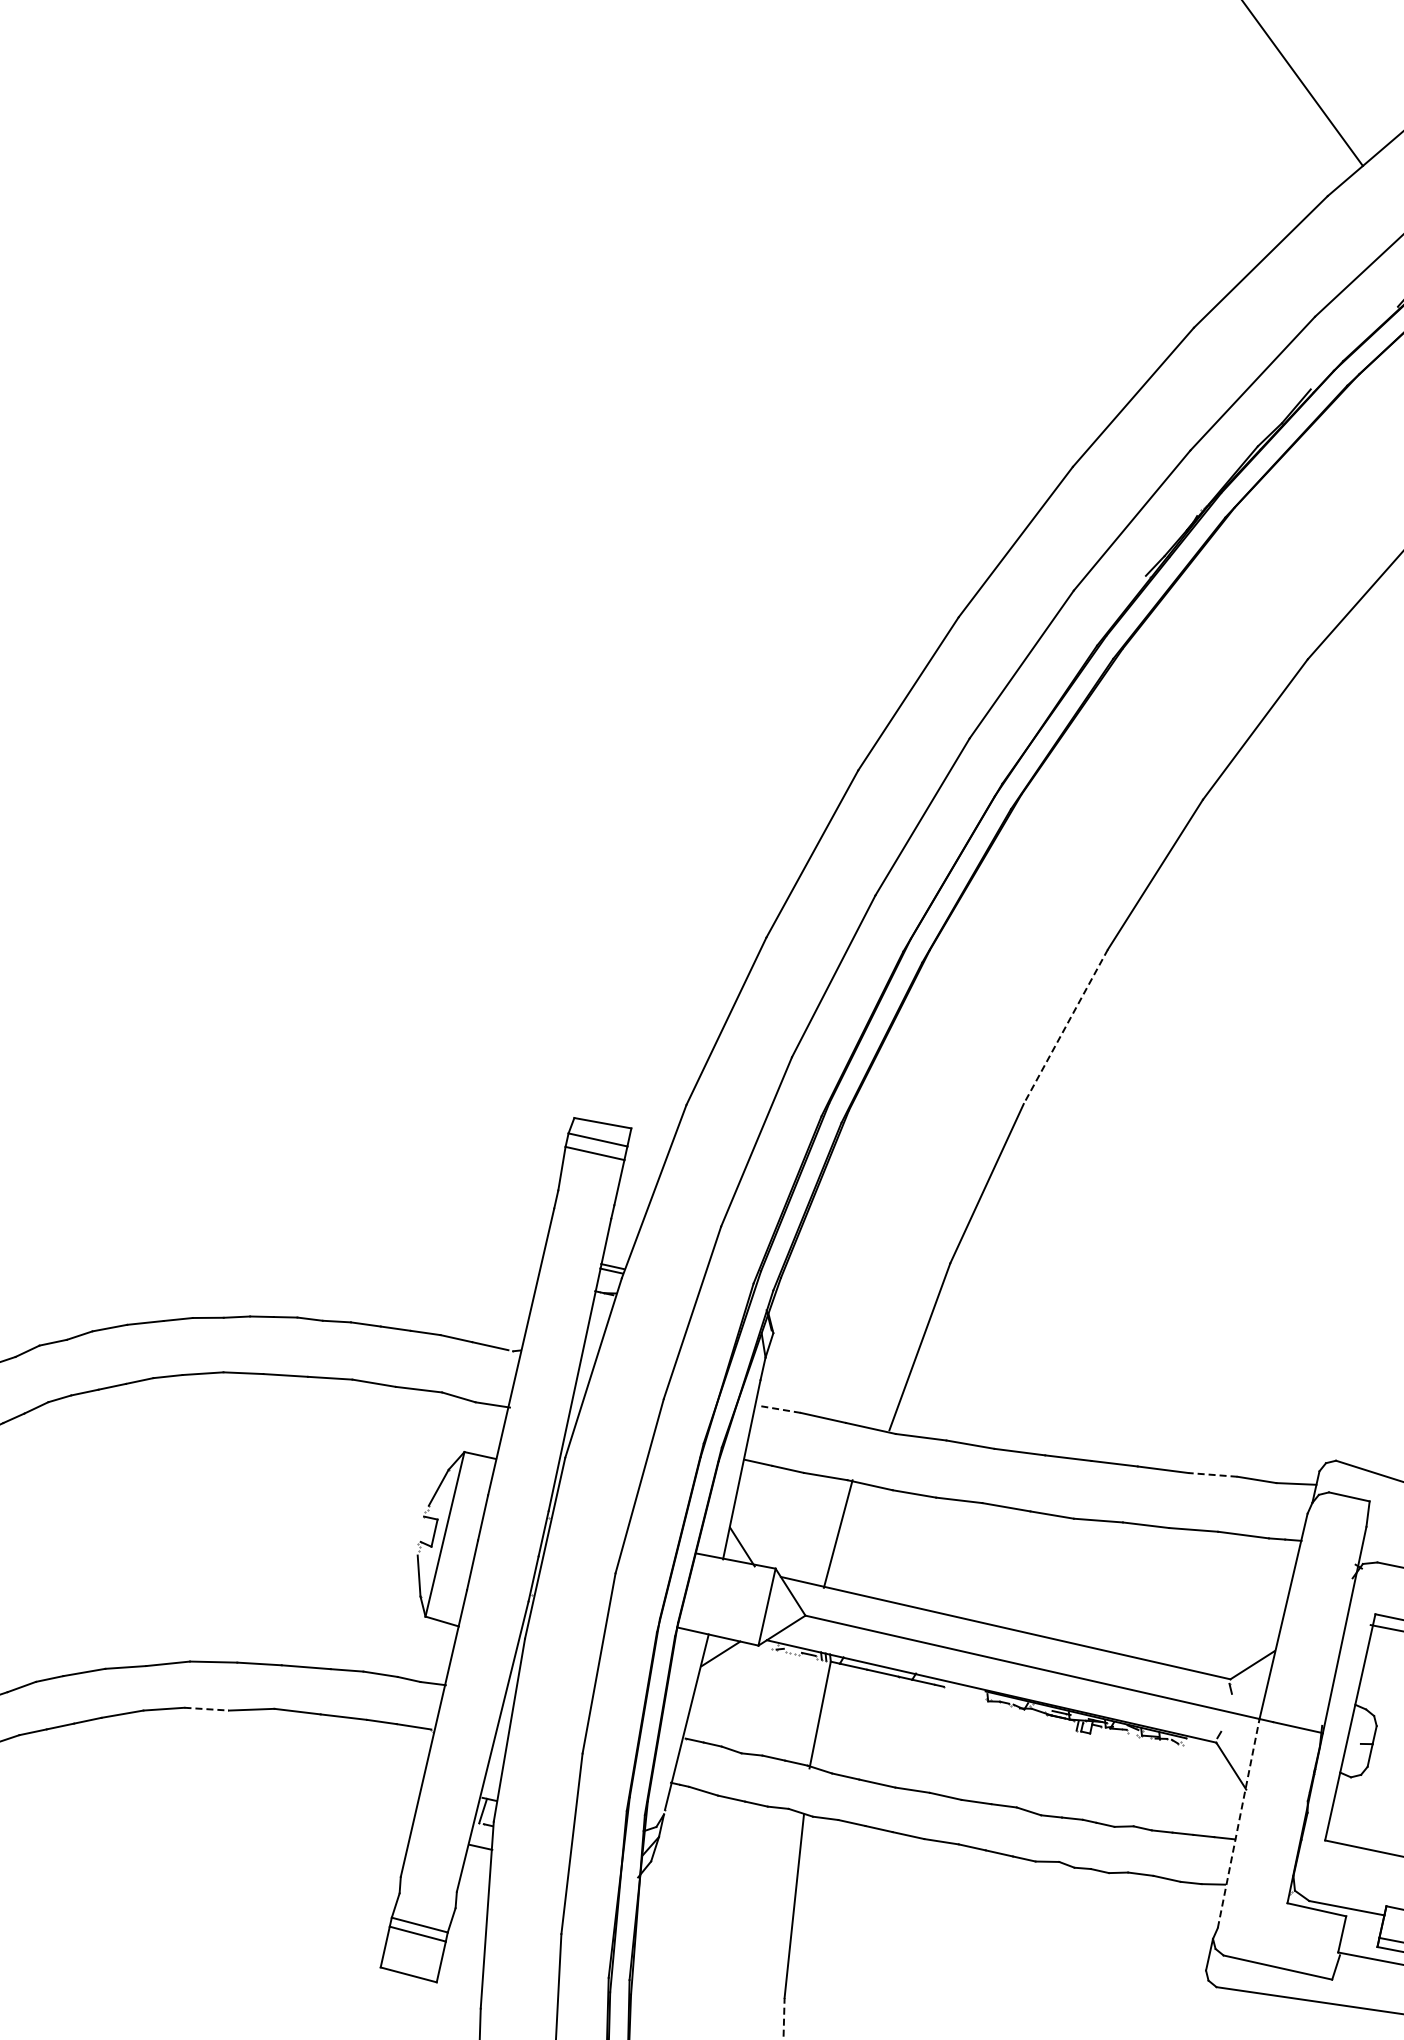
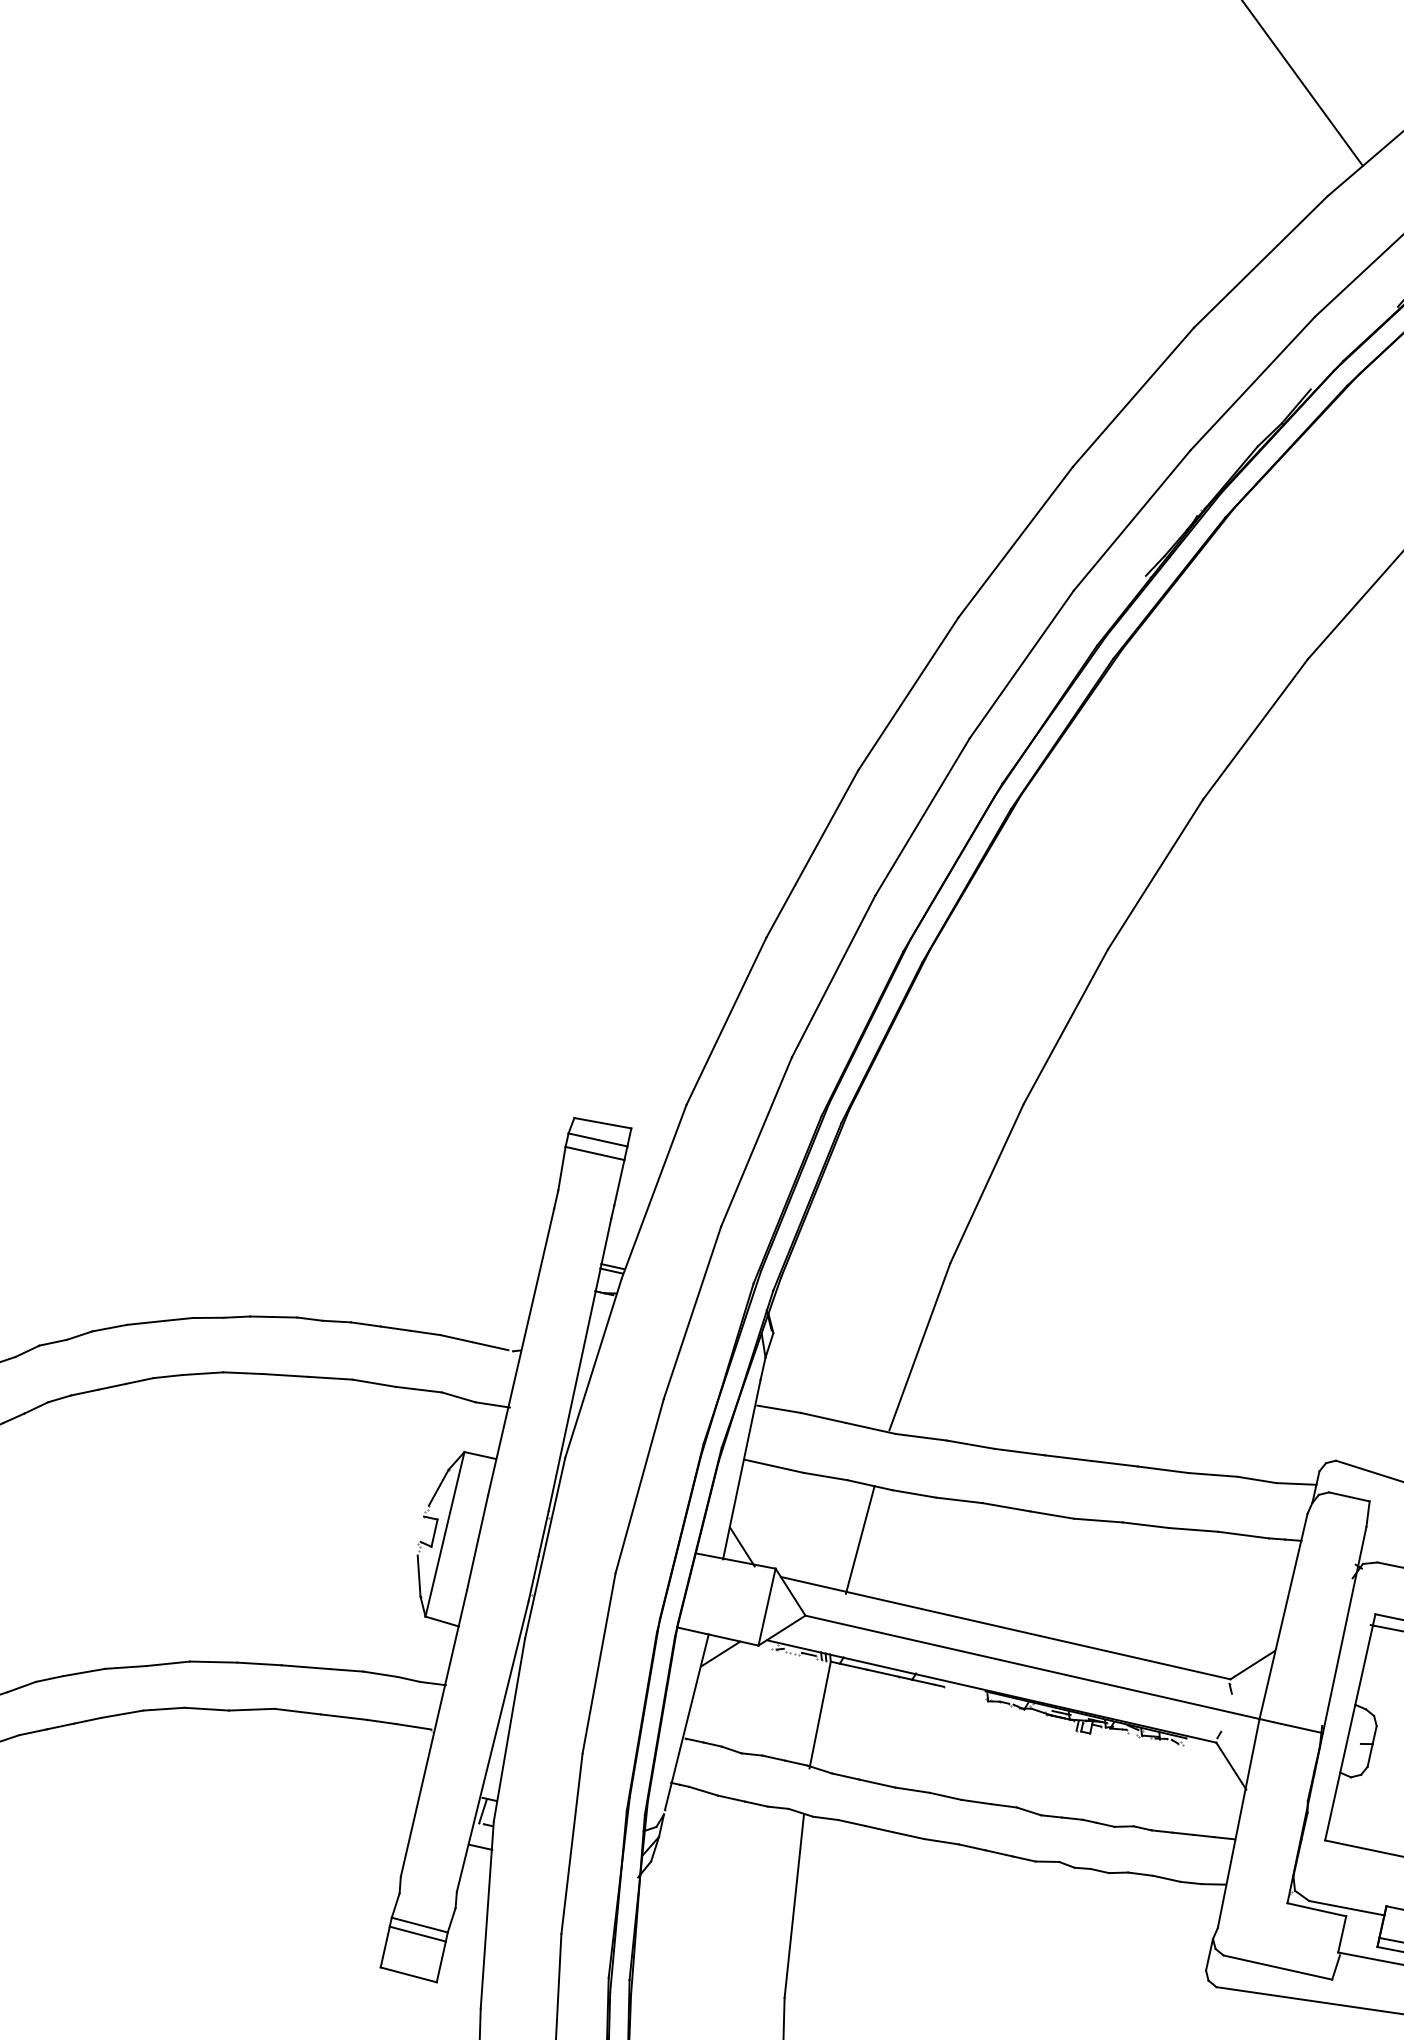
line at (1065, 1026): dashed -> solid
line at (778, 1409): dashed -> solid
line at (1213, 1474): dashed -> solid
line at (837, 1533) position: (837, 1533) -> (859, 1539)
line at (207, 1709): dashed -> solid
line at (1238, 1823): dashed -> solid
line at (784, 2018): dashed -> solid
